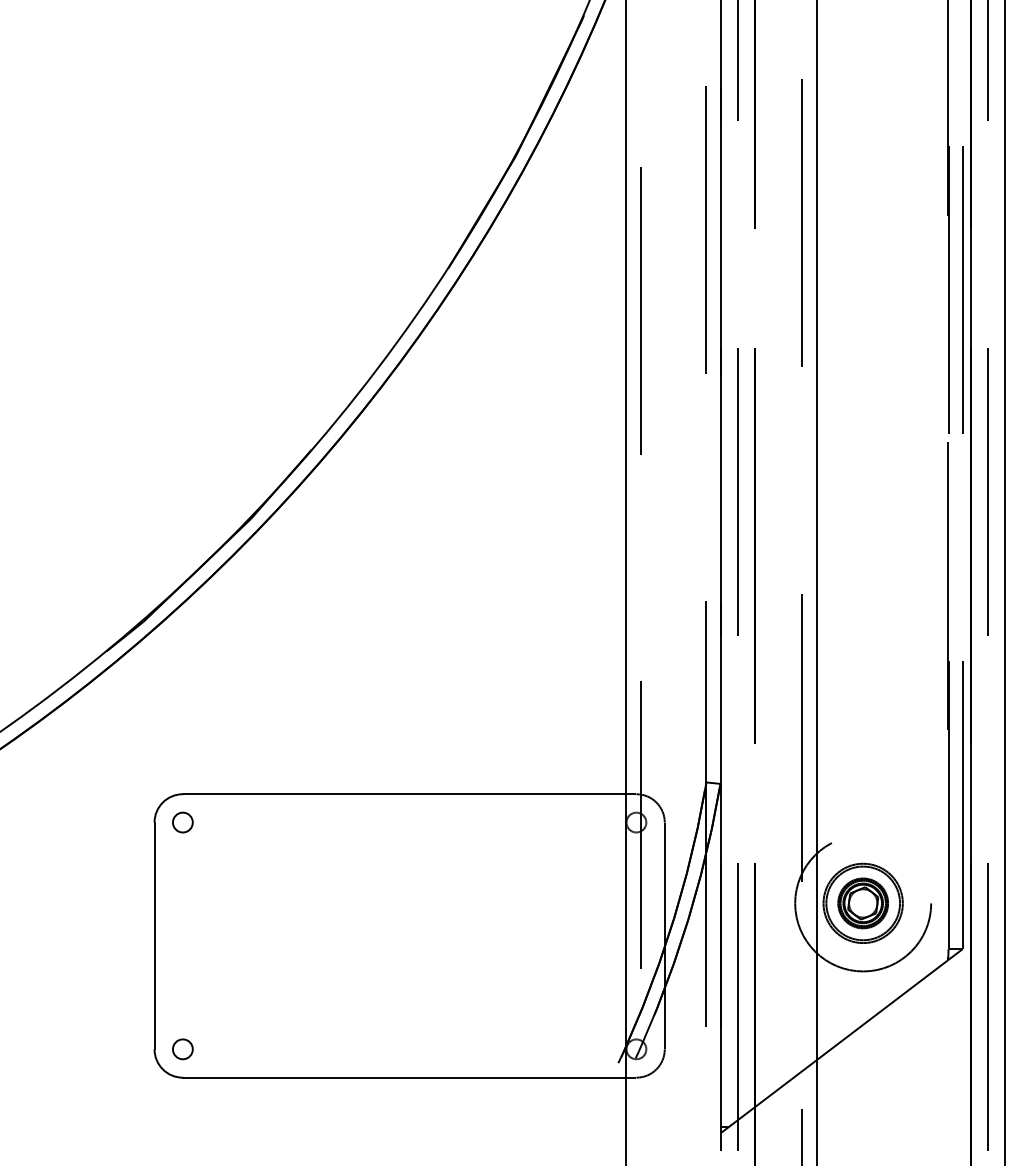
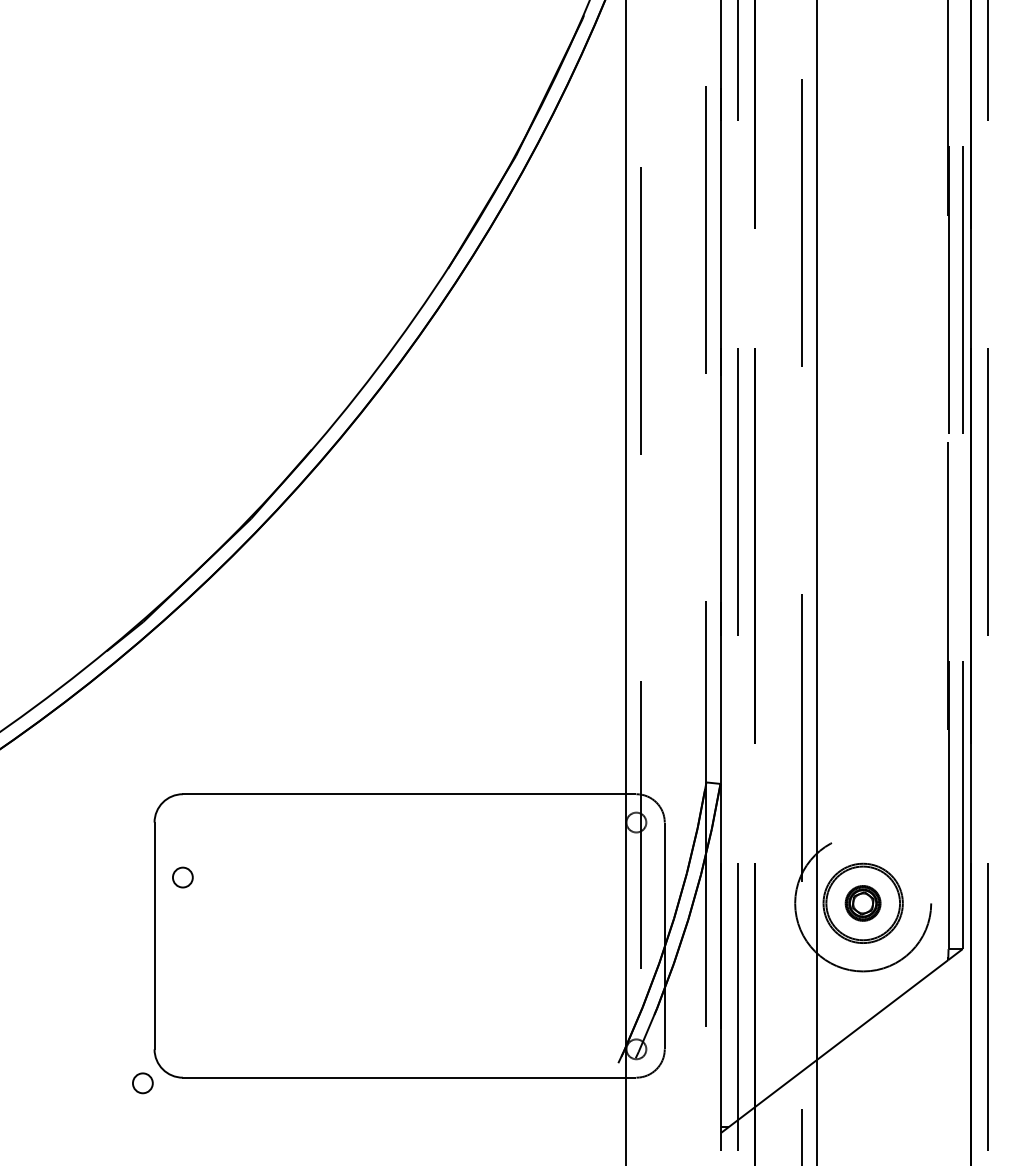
line at (1004, 582): present -> none
circle at (182, 822) position: (182, 822) -> (182, 877)
part at (862, 903) size: 52x53 px -> 38x37 px
circle at (182, 1049) position: (182, 1049) -> (142, 1083)
